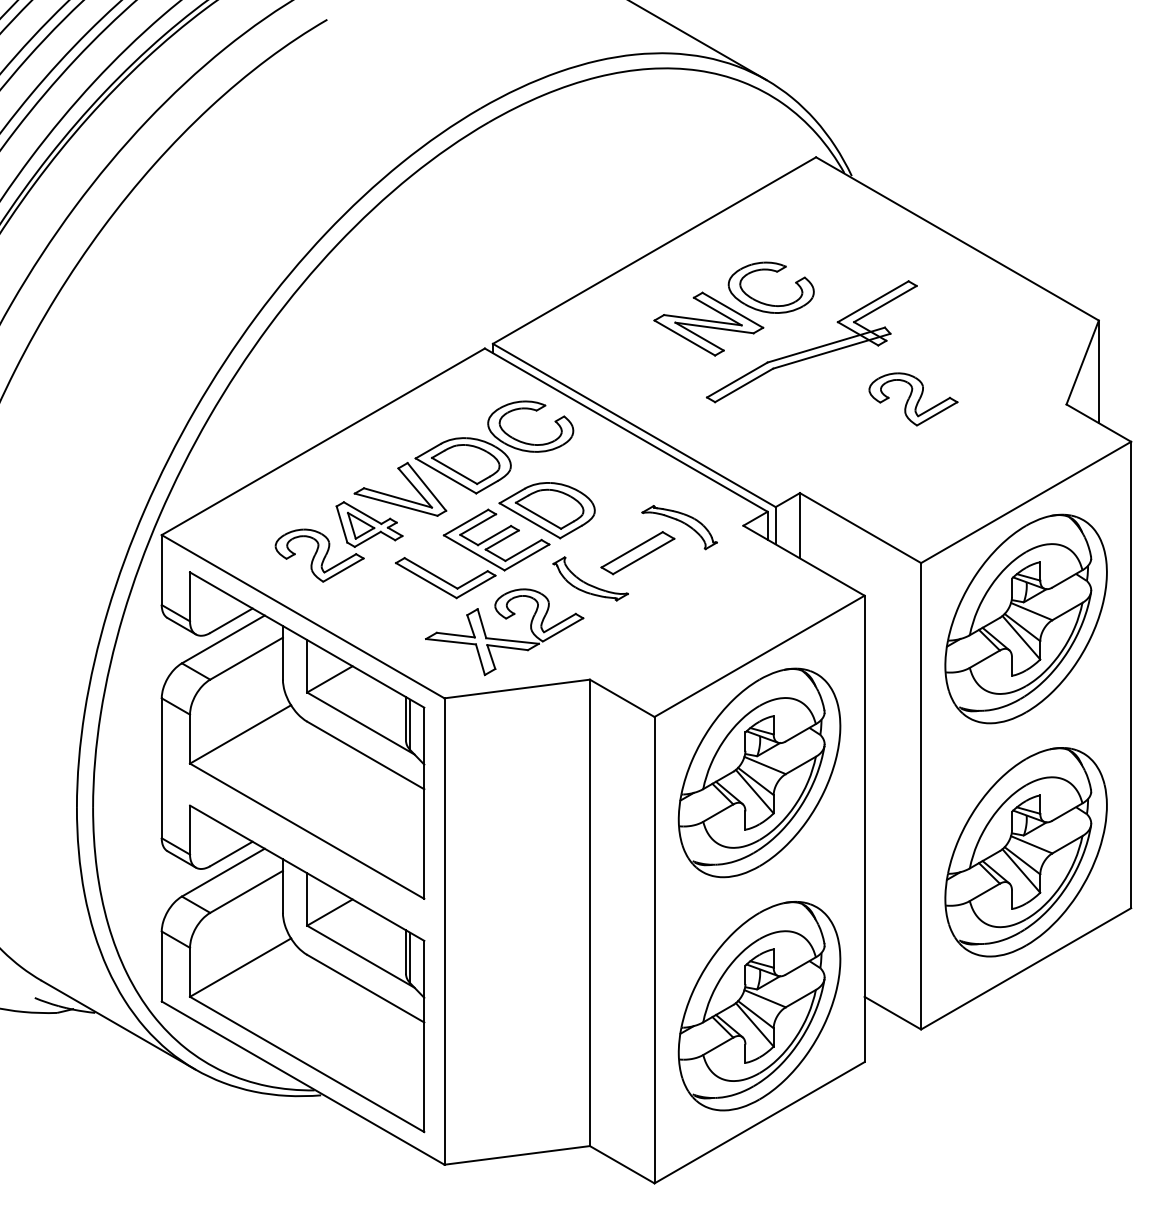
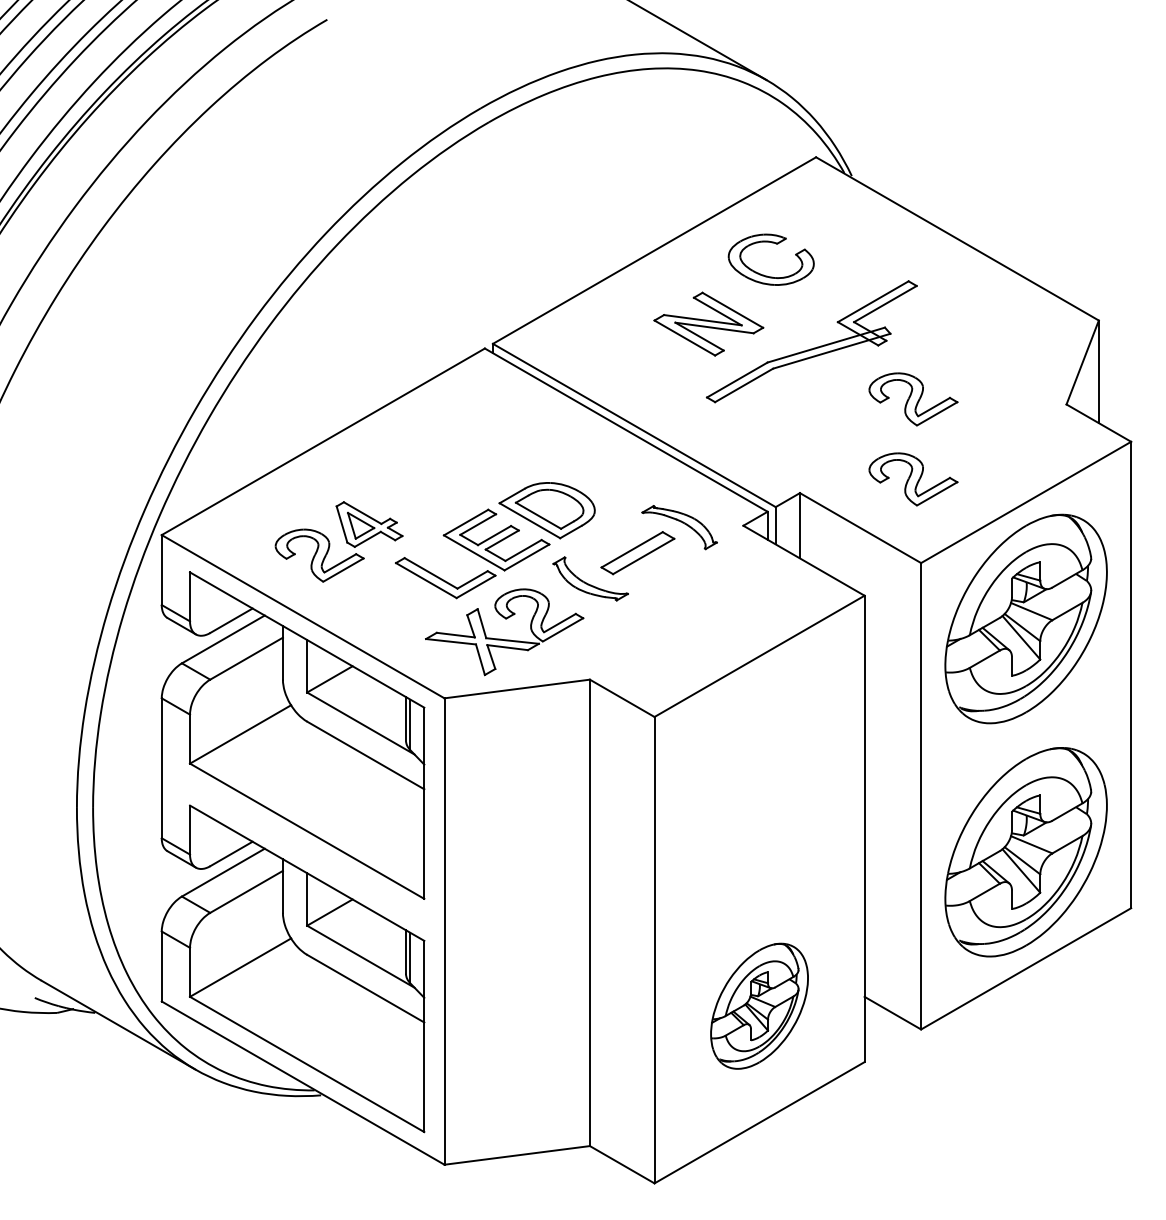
part at (775, 272) position: (775, 272) -> (775, 244)
part at (463, 458): present -> none
part at (913, 479): none -> present
part at (759, 772): present -> none
part at (759, 1006) size: 165x211 px -> 99x128 px
